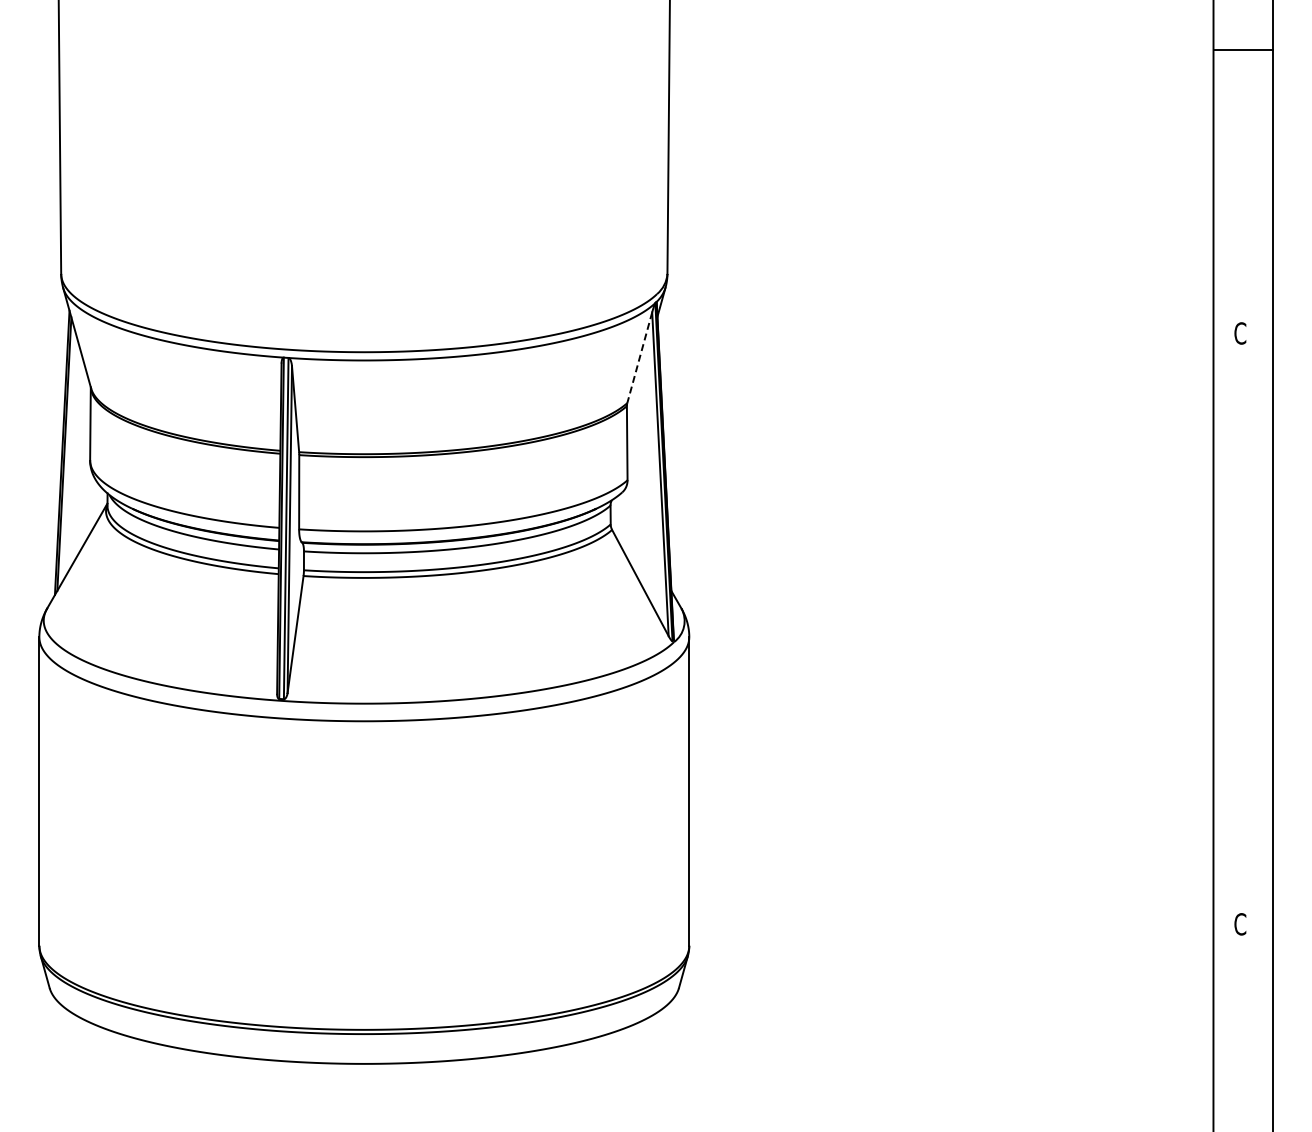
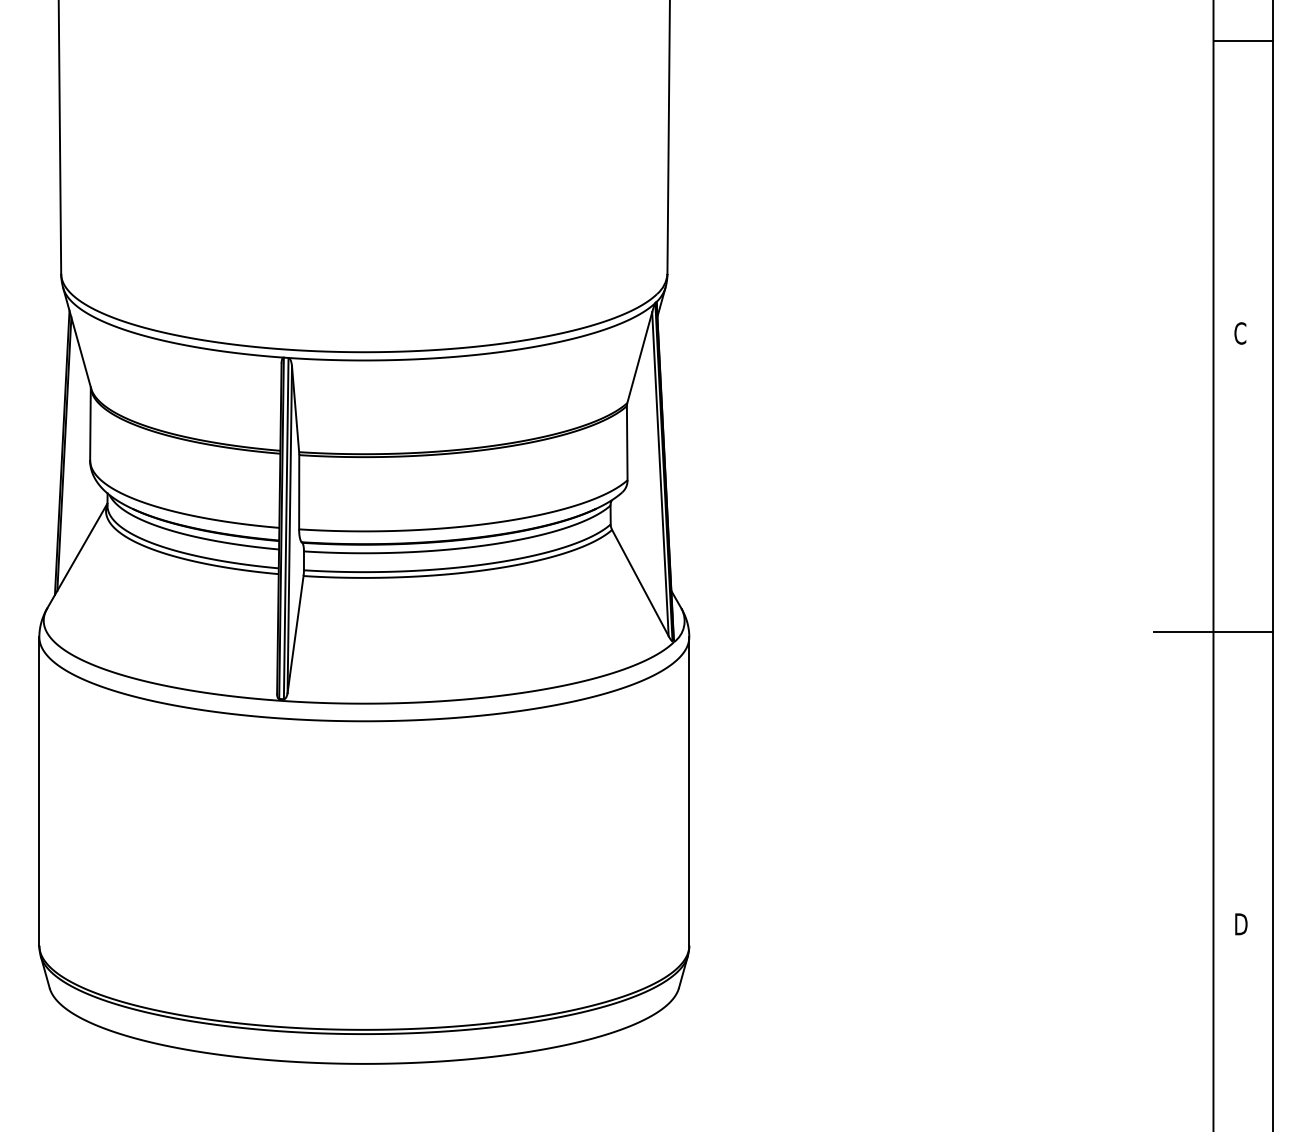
line at (1242, 49) position: (1242, 49) -> (1242, 40)
line at (639, 358): dashed -> solid
line at (1213, 631): none -> present
text at (1240, 924): C -> D
